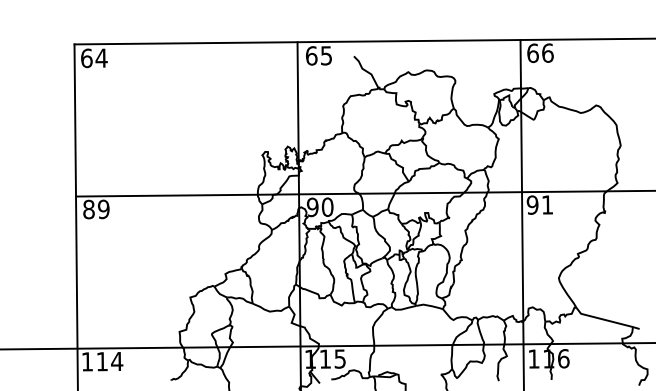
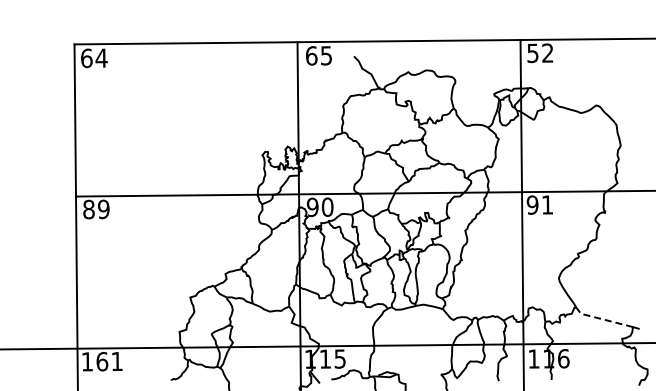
text at (540, 53): 66 -> 52
line at (602, 319): solid -> dashed
text at (109, 361): 114 -> 161
